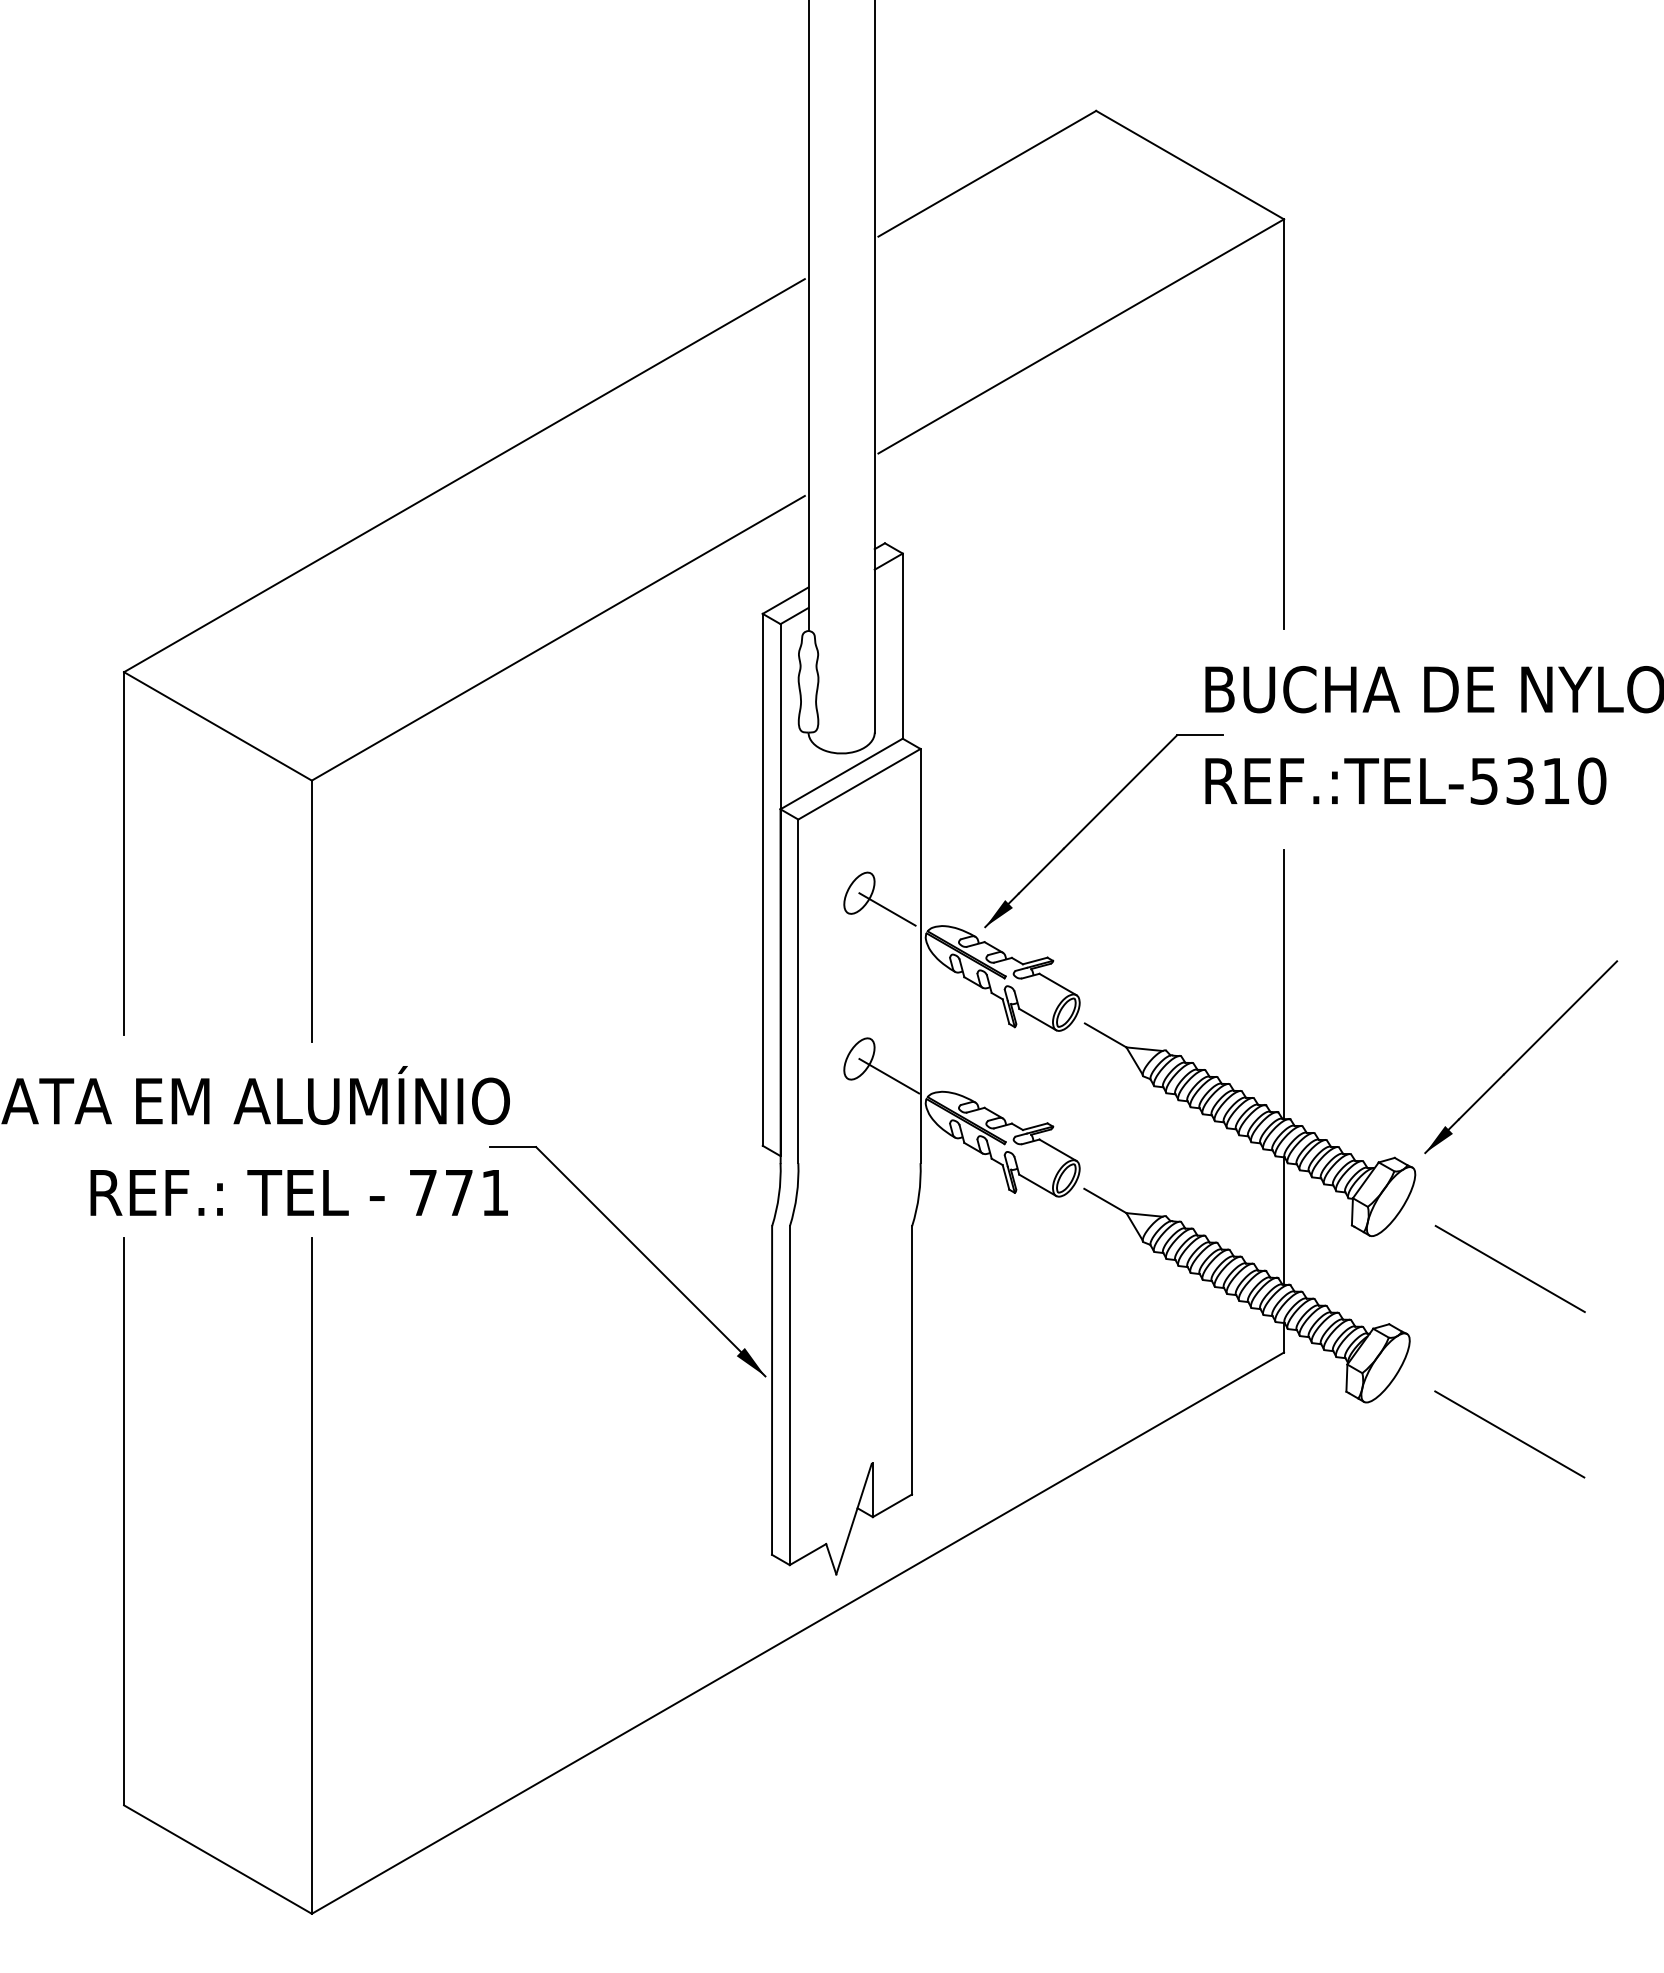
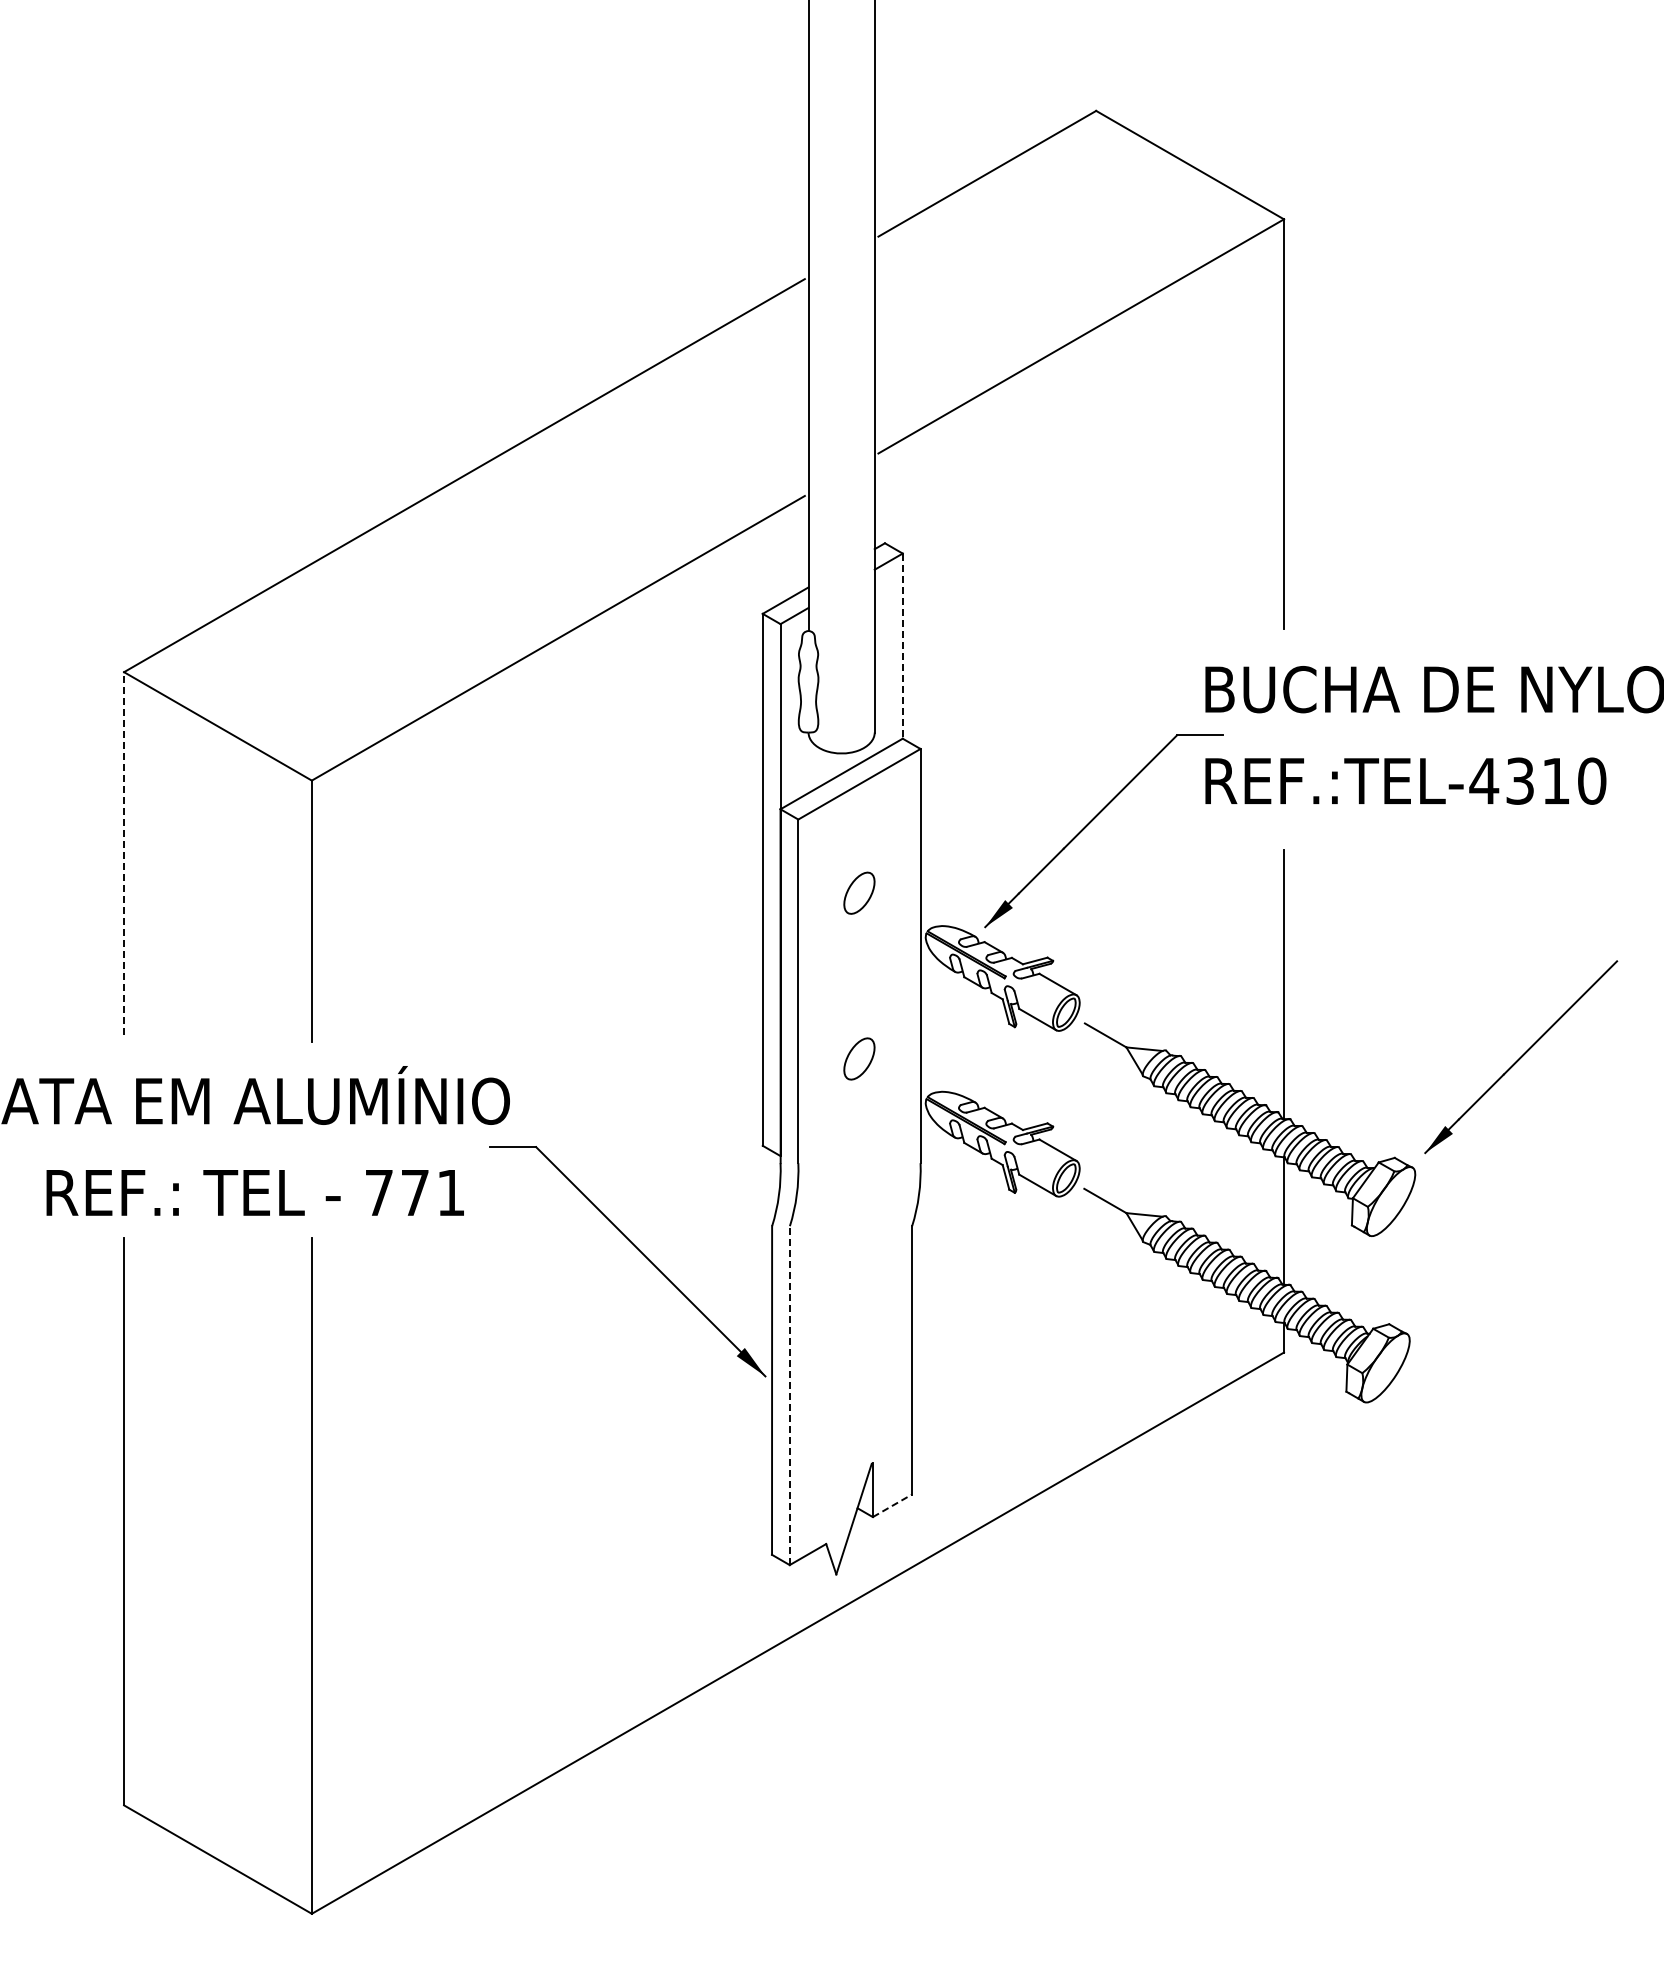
line at (902, 646): solid -> dashed
text at (1484, 781): REF.:TEL-5310 -> REF.:TEL-4310
line at (124, 853): solid -> dashed
line at (887, 909): present -> none
line at (889, 1076): present -> none
text at (298, 1192) position: (298, 1192) -> (254, 1192)
line at (1509, 1268): present -> none
line at (789, 1395): solid -> dashed
line at (1509, 1434): present -> none
line at (892, 1505): solid -> dashed
